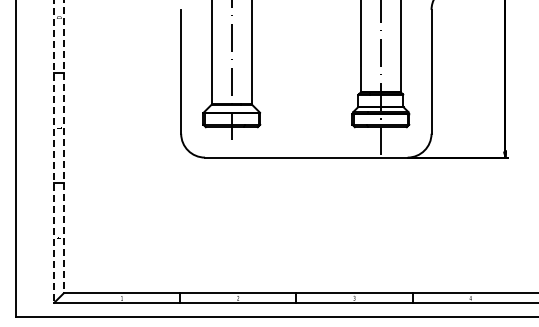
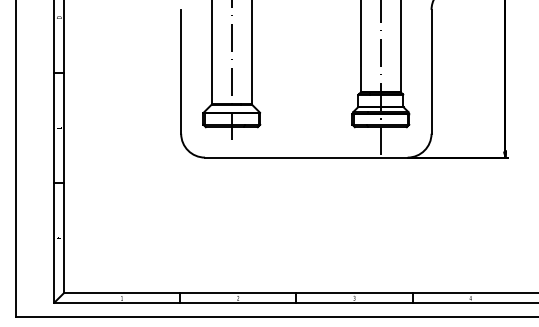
line at (63, 147): dashed -> solid
line at (54, 151): dashed -> solid
